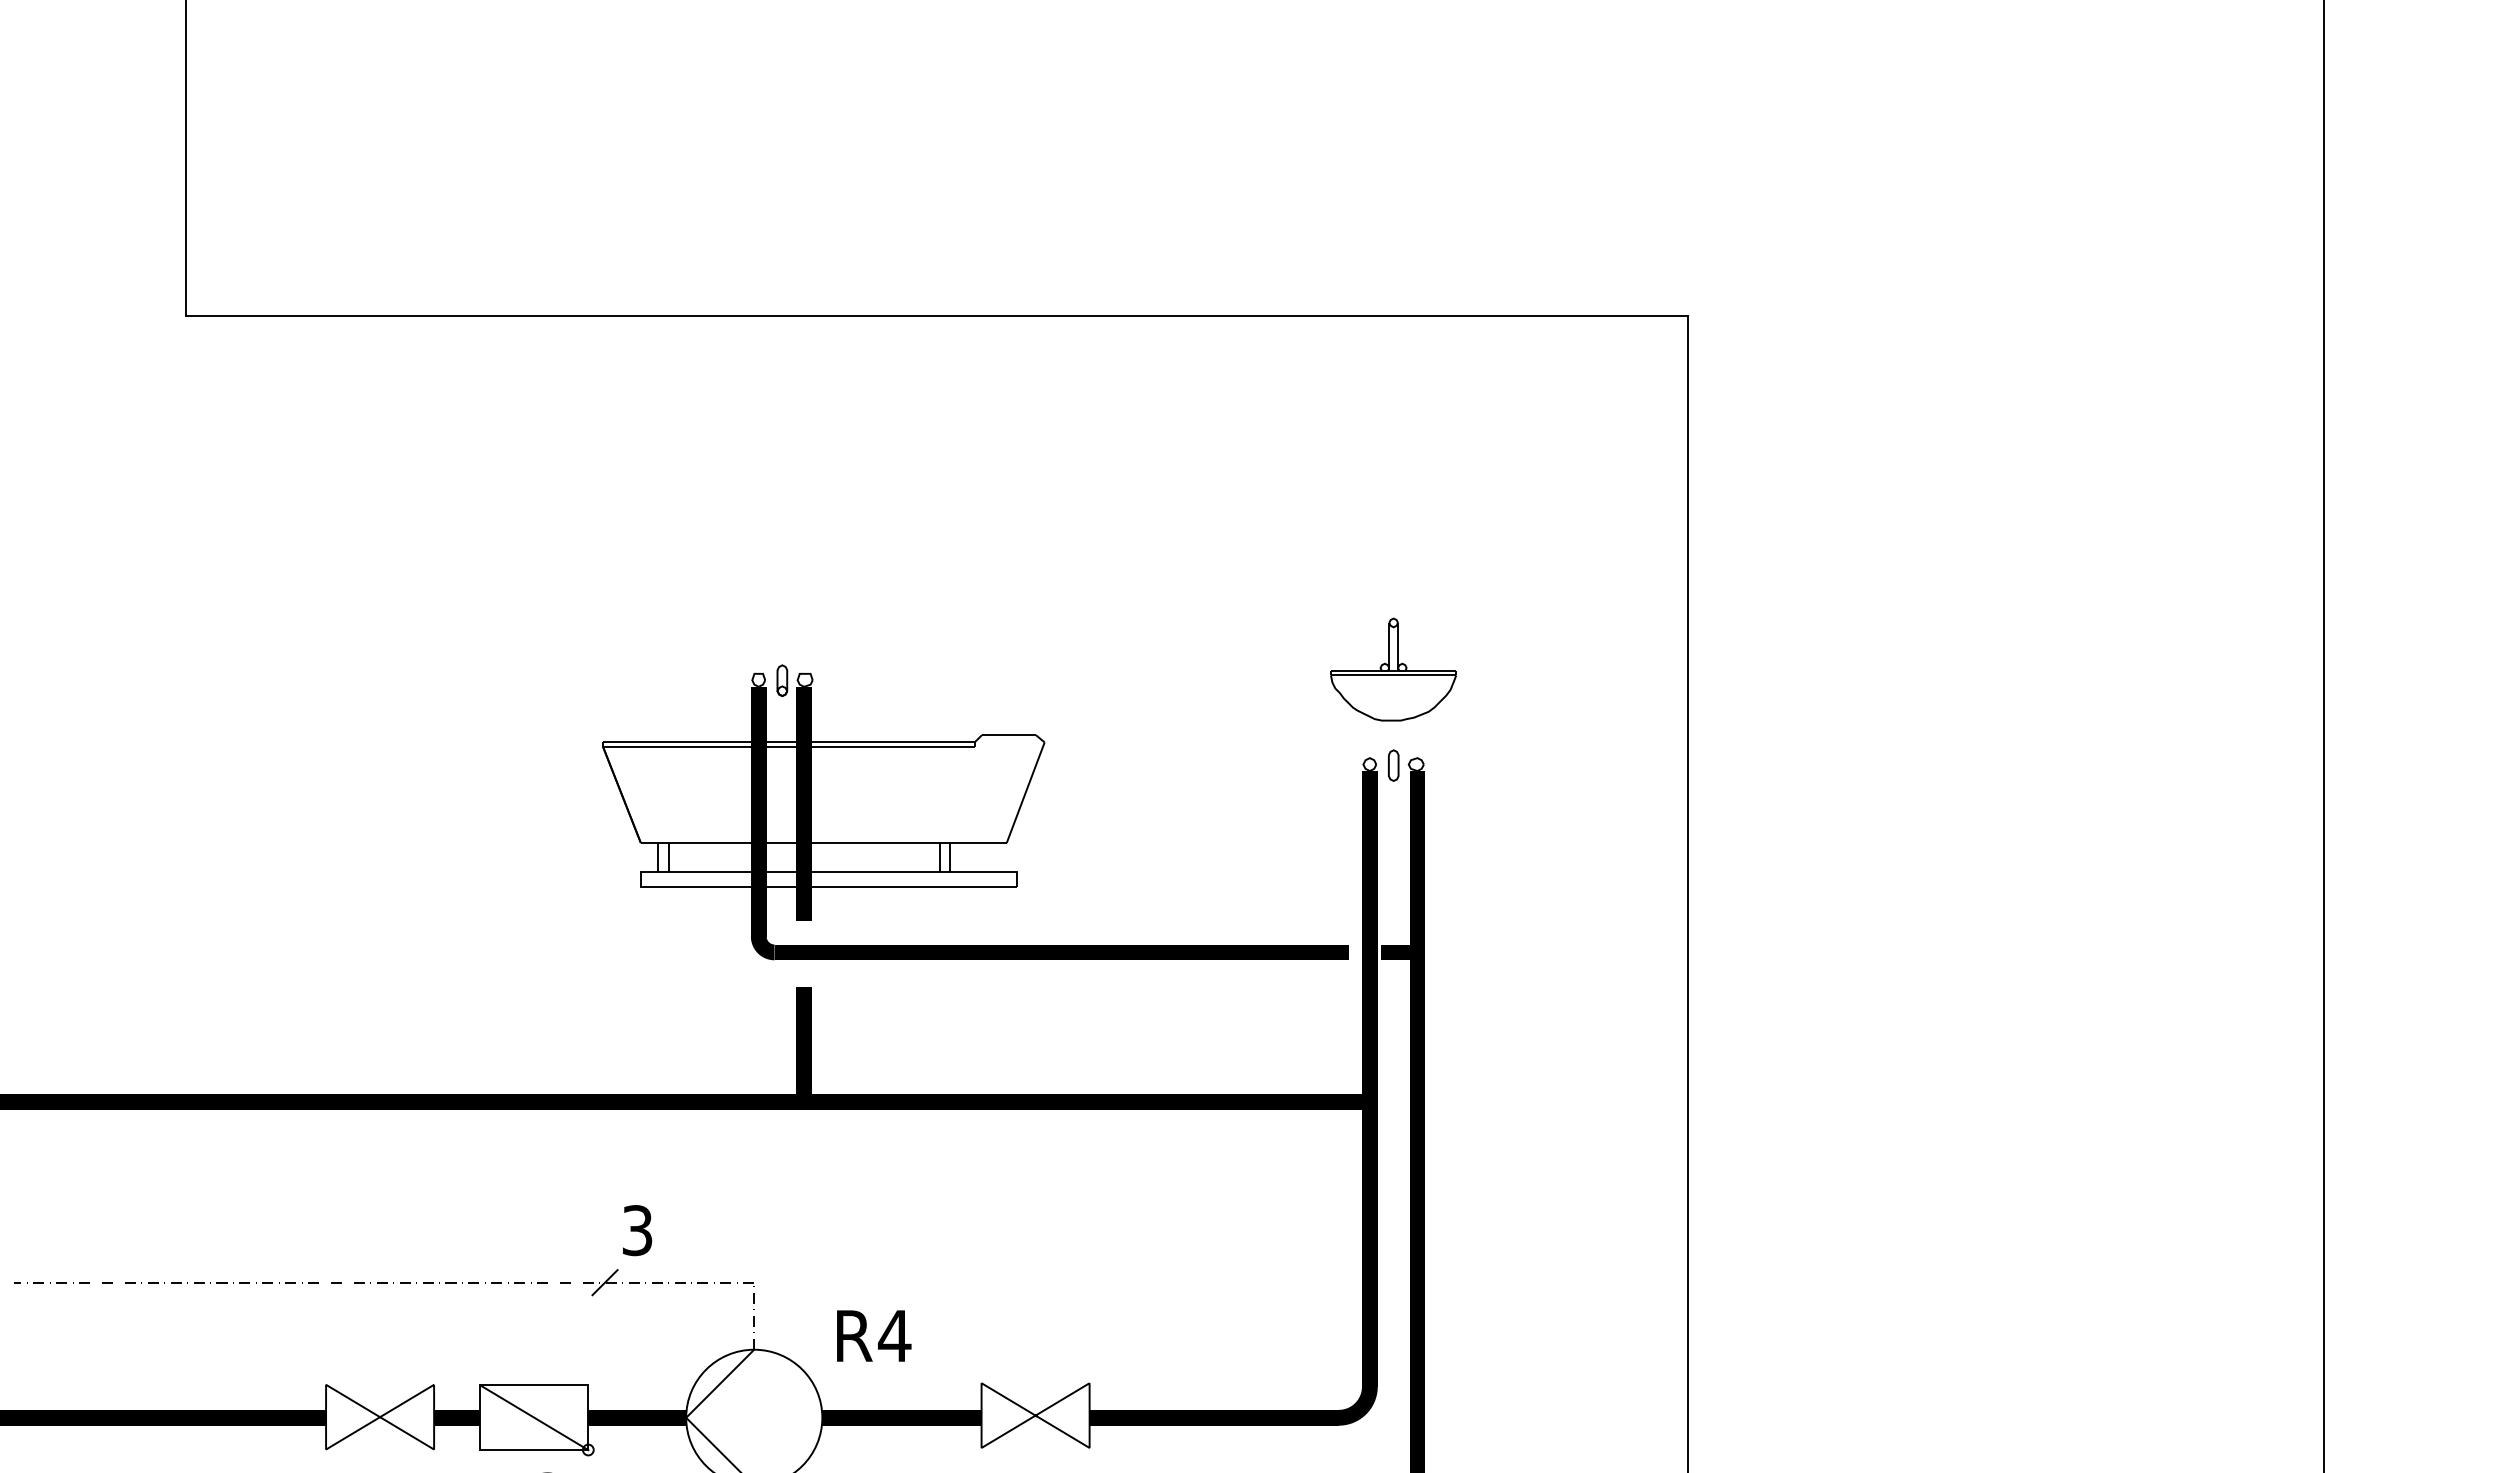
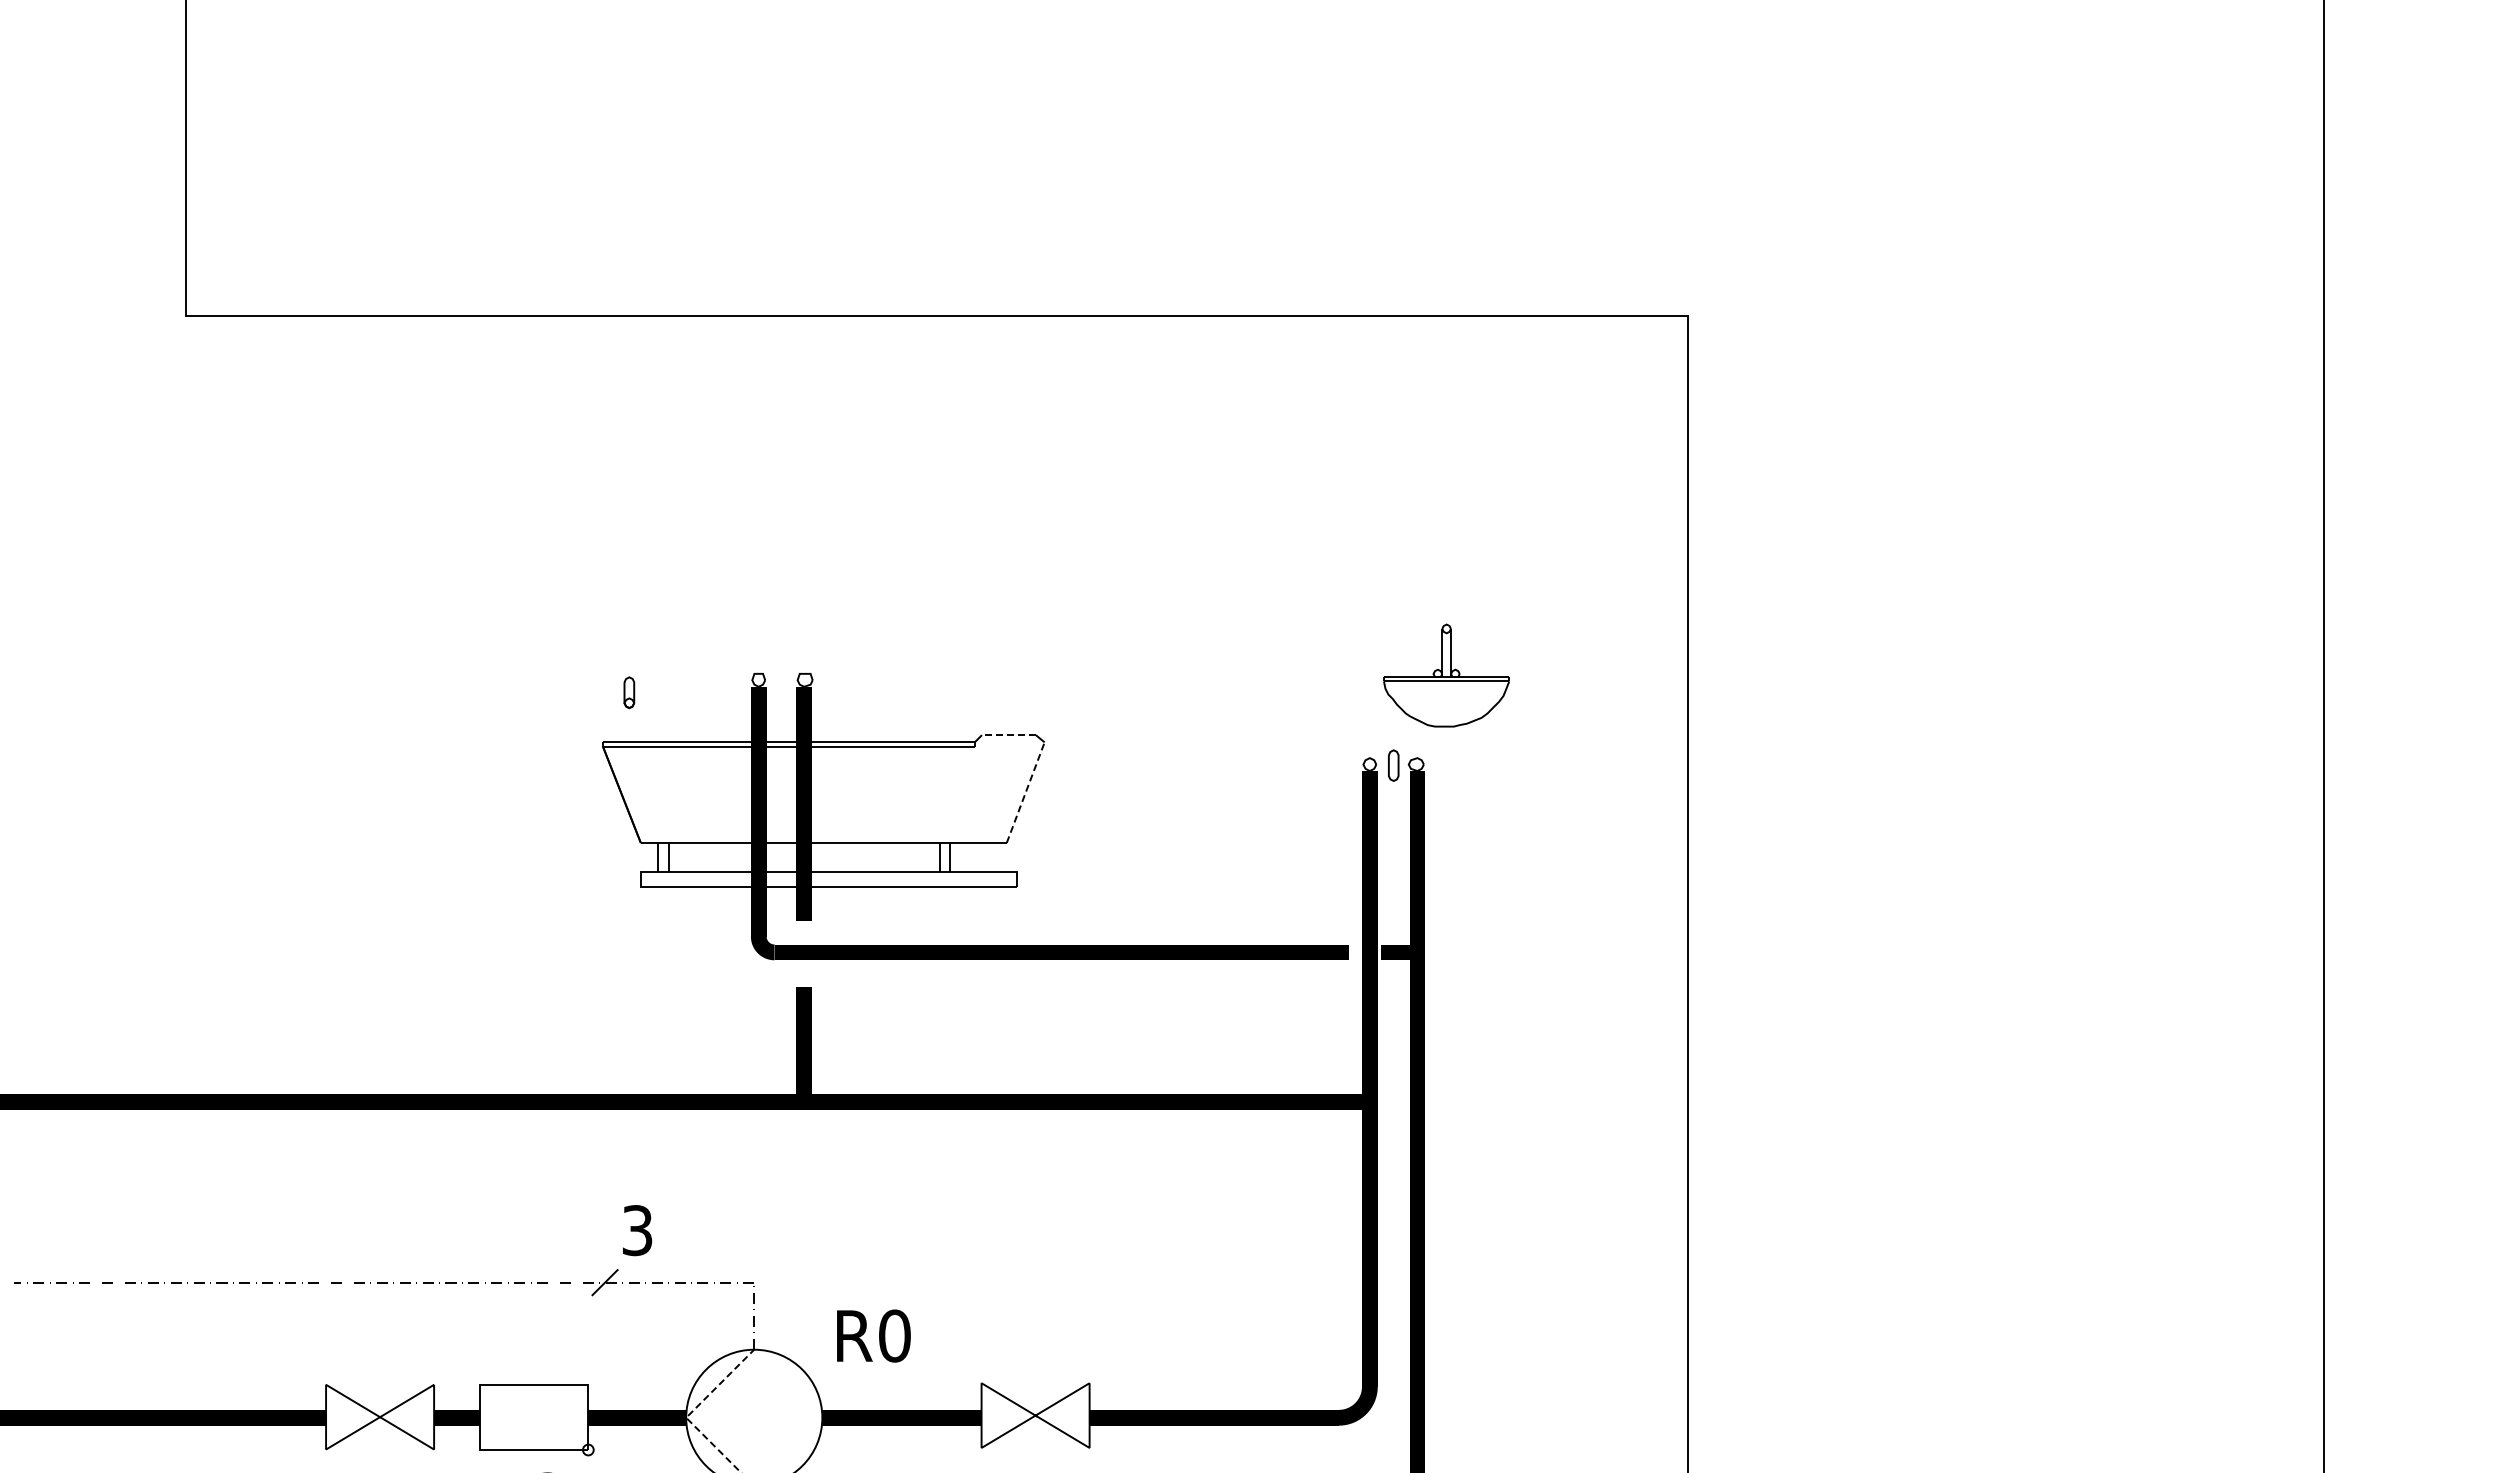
part at (1393, 669) position: (1393, 669) -> (1446, 675)
part at (782, 680) position: (782, 680) -> (629, 692)
line at (1008, 735): solid -> dashed
line at (1025, 792): solid -> dashed
text at (894, 1335): R4 -> R0
line at (692, 1411): solid -> dashed
line at (534, 1417): present -> none
